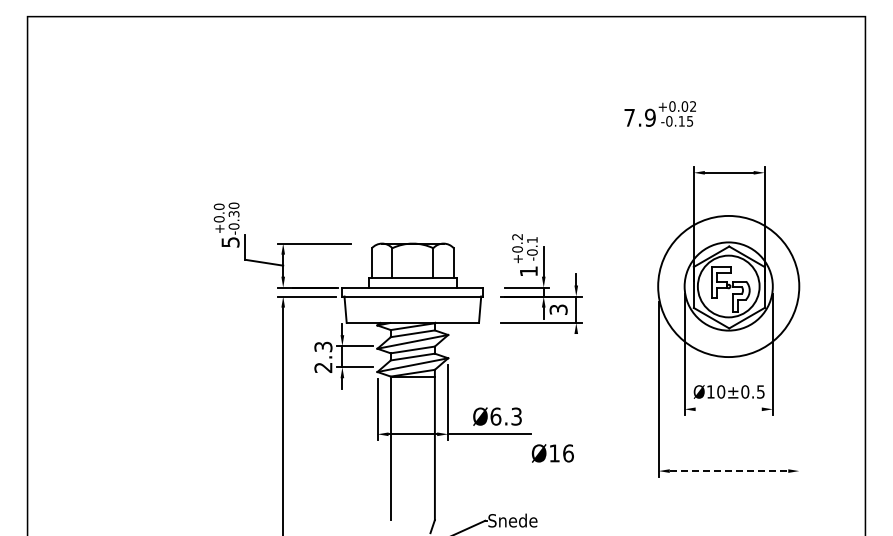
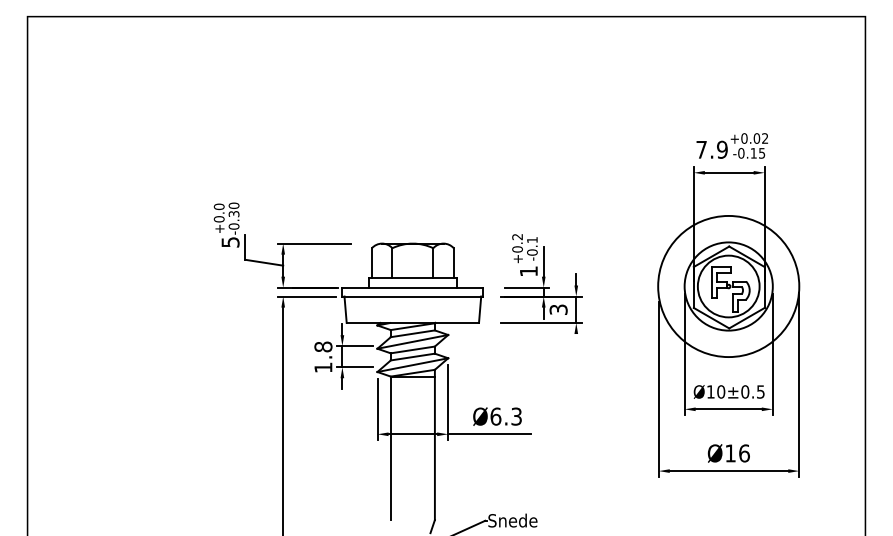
text at (659, 113) position: (659, 113) -> (731, 145)
text at (323, 356): 2.3 -> 1.8
line at (799, 384): none -> present
line at (728, 409): none -> present
text at (552, 453) position: (552, 453) -> (728, 453)
line at (729, 471): dashed -> solid
